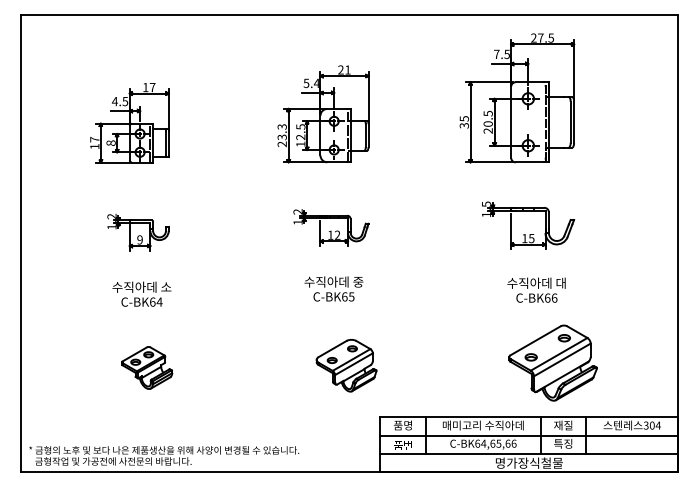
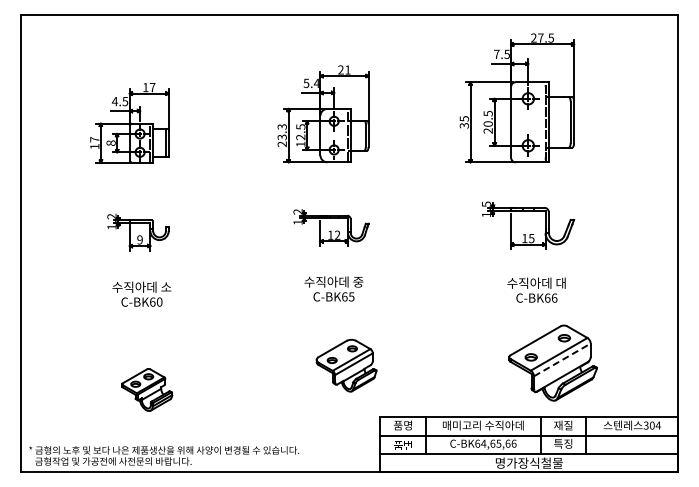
text at (159, 301): C-BK64 -> C-BK60
line at (562, 359): solid -> dashed
part at (147, 367) position: (147, 367) -> (147, 389)
